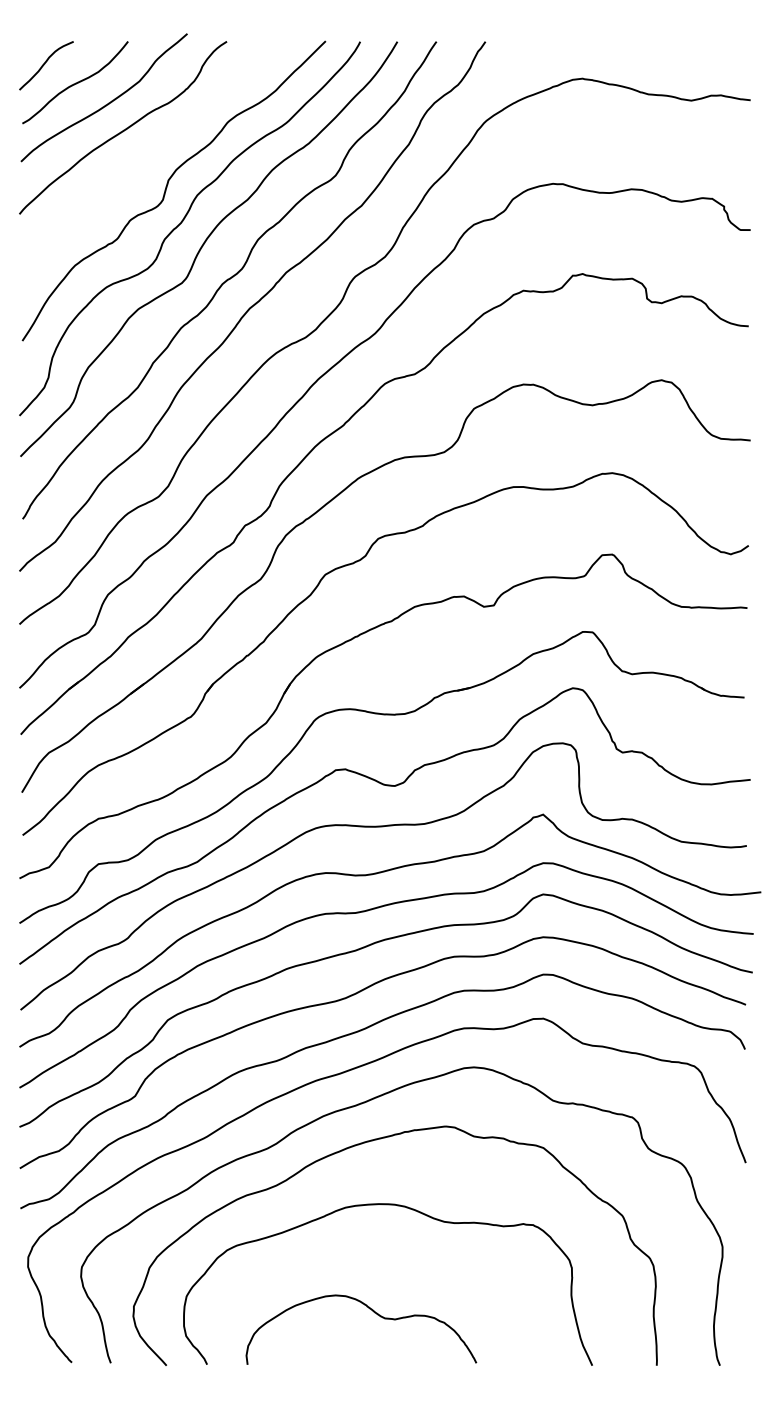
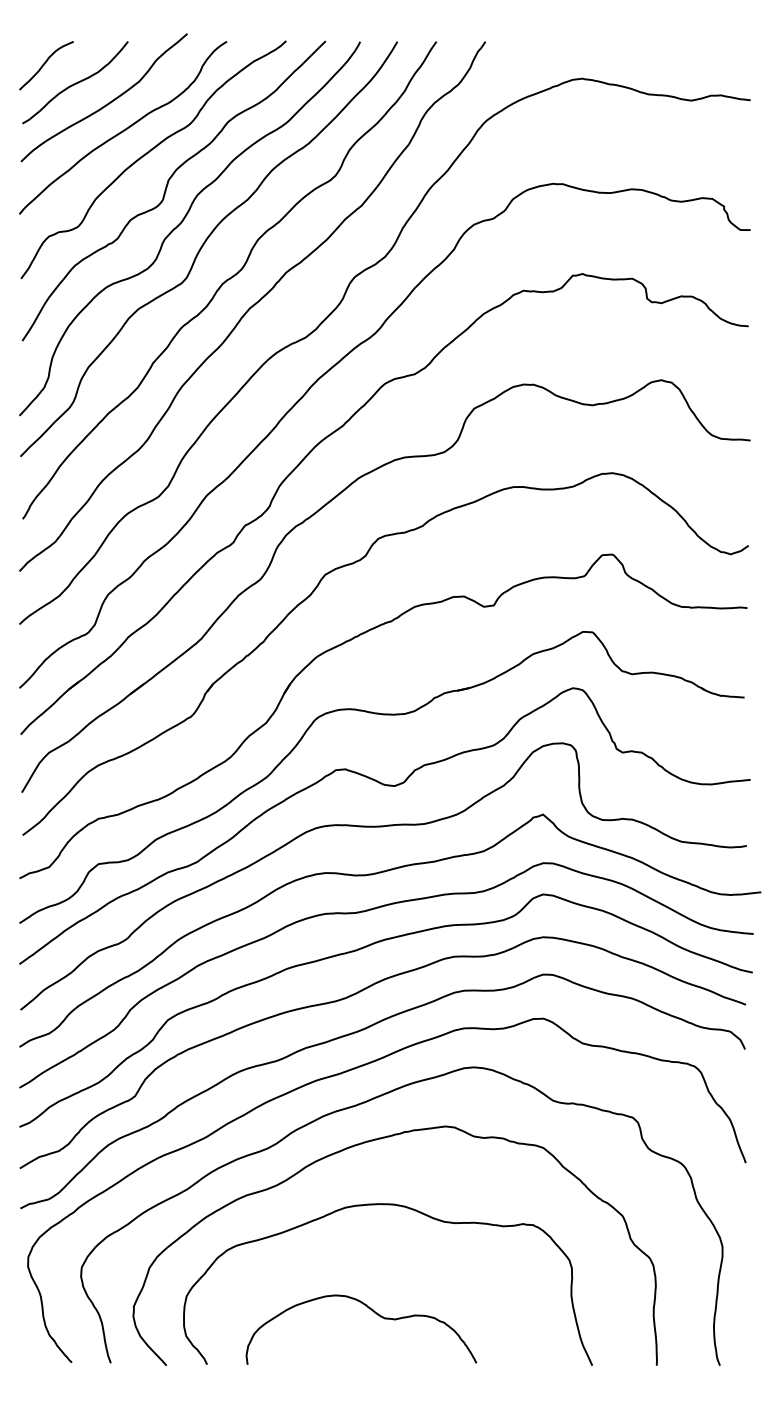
curve at (148, 153): none -> present
